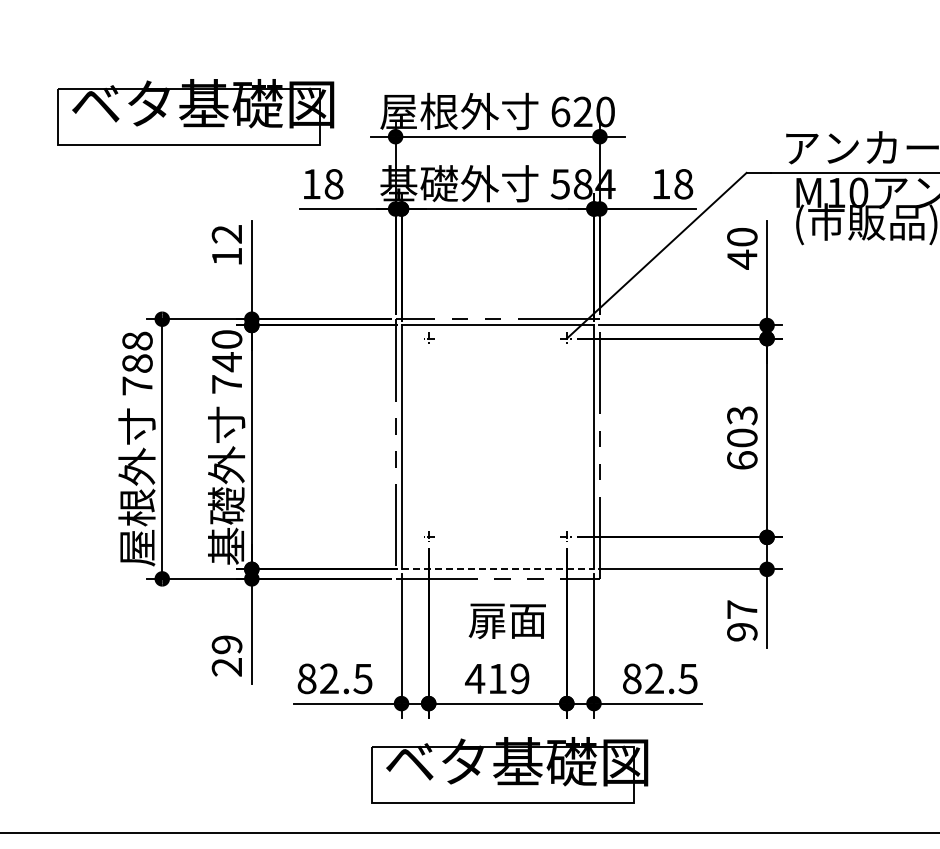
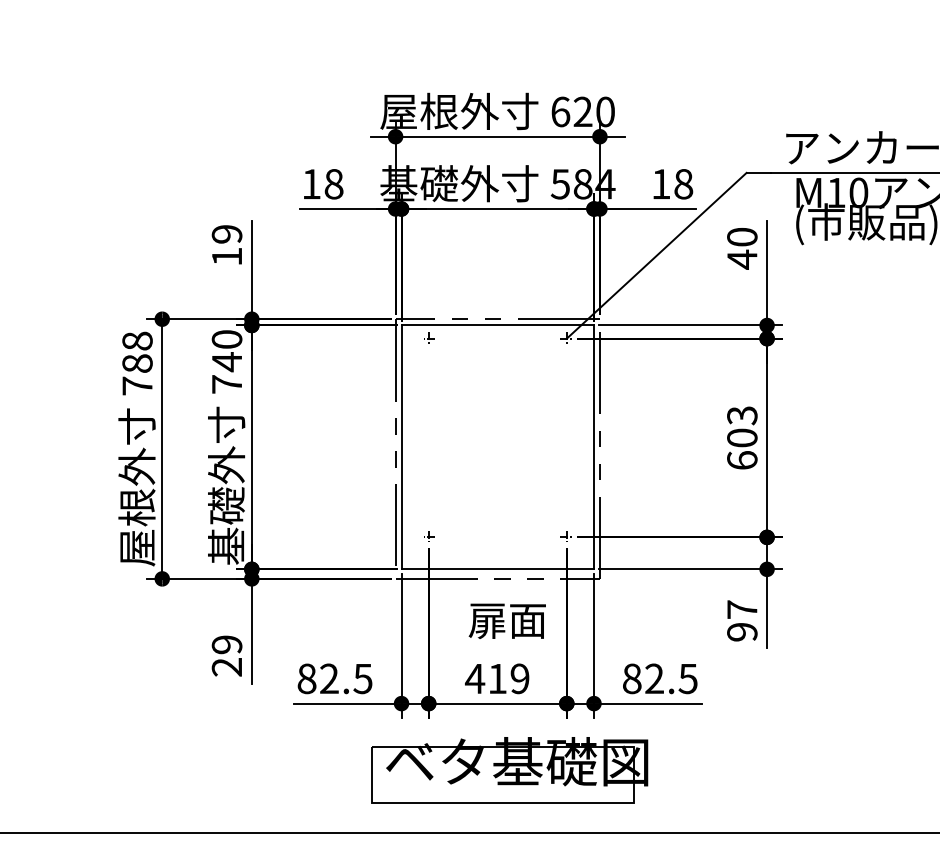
part at (195, 112): present -> none
text at (227, 234): 12 -> 19
line at (498, 569): dashed -> solid
